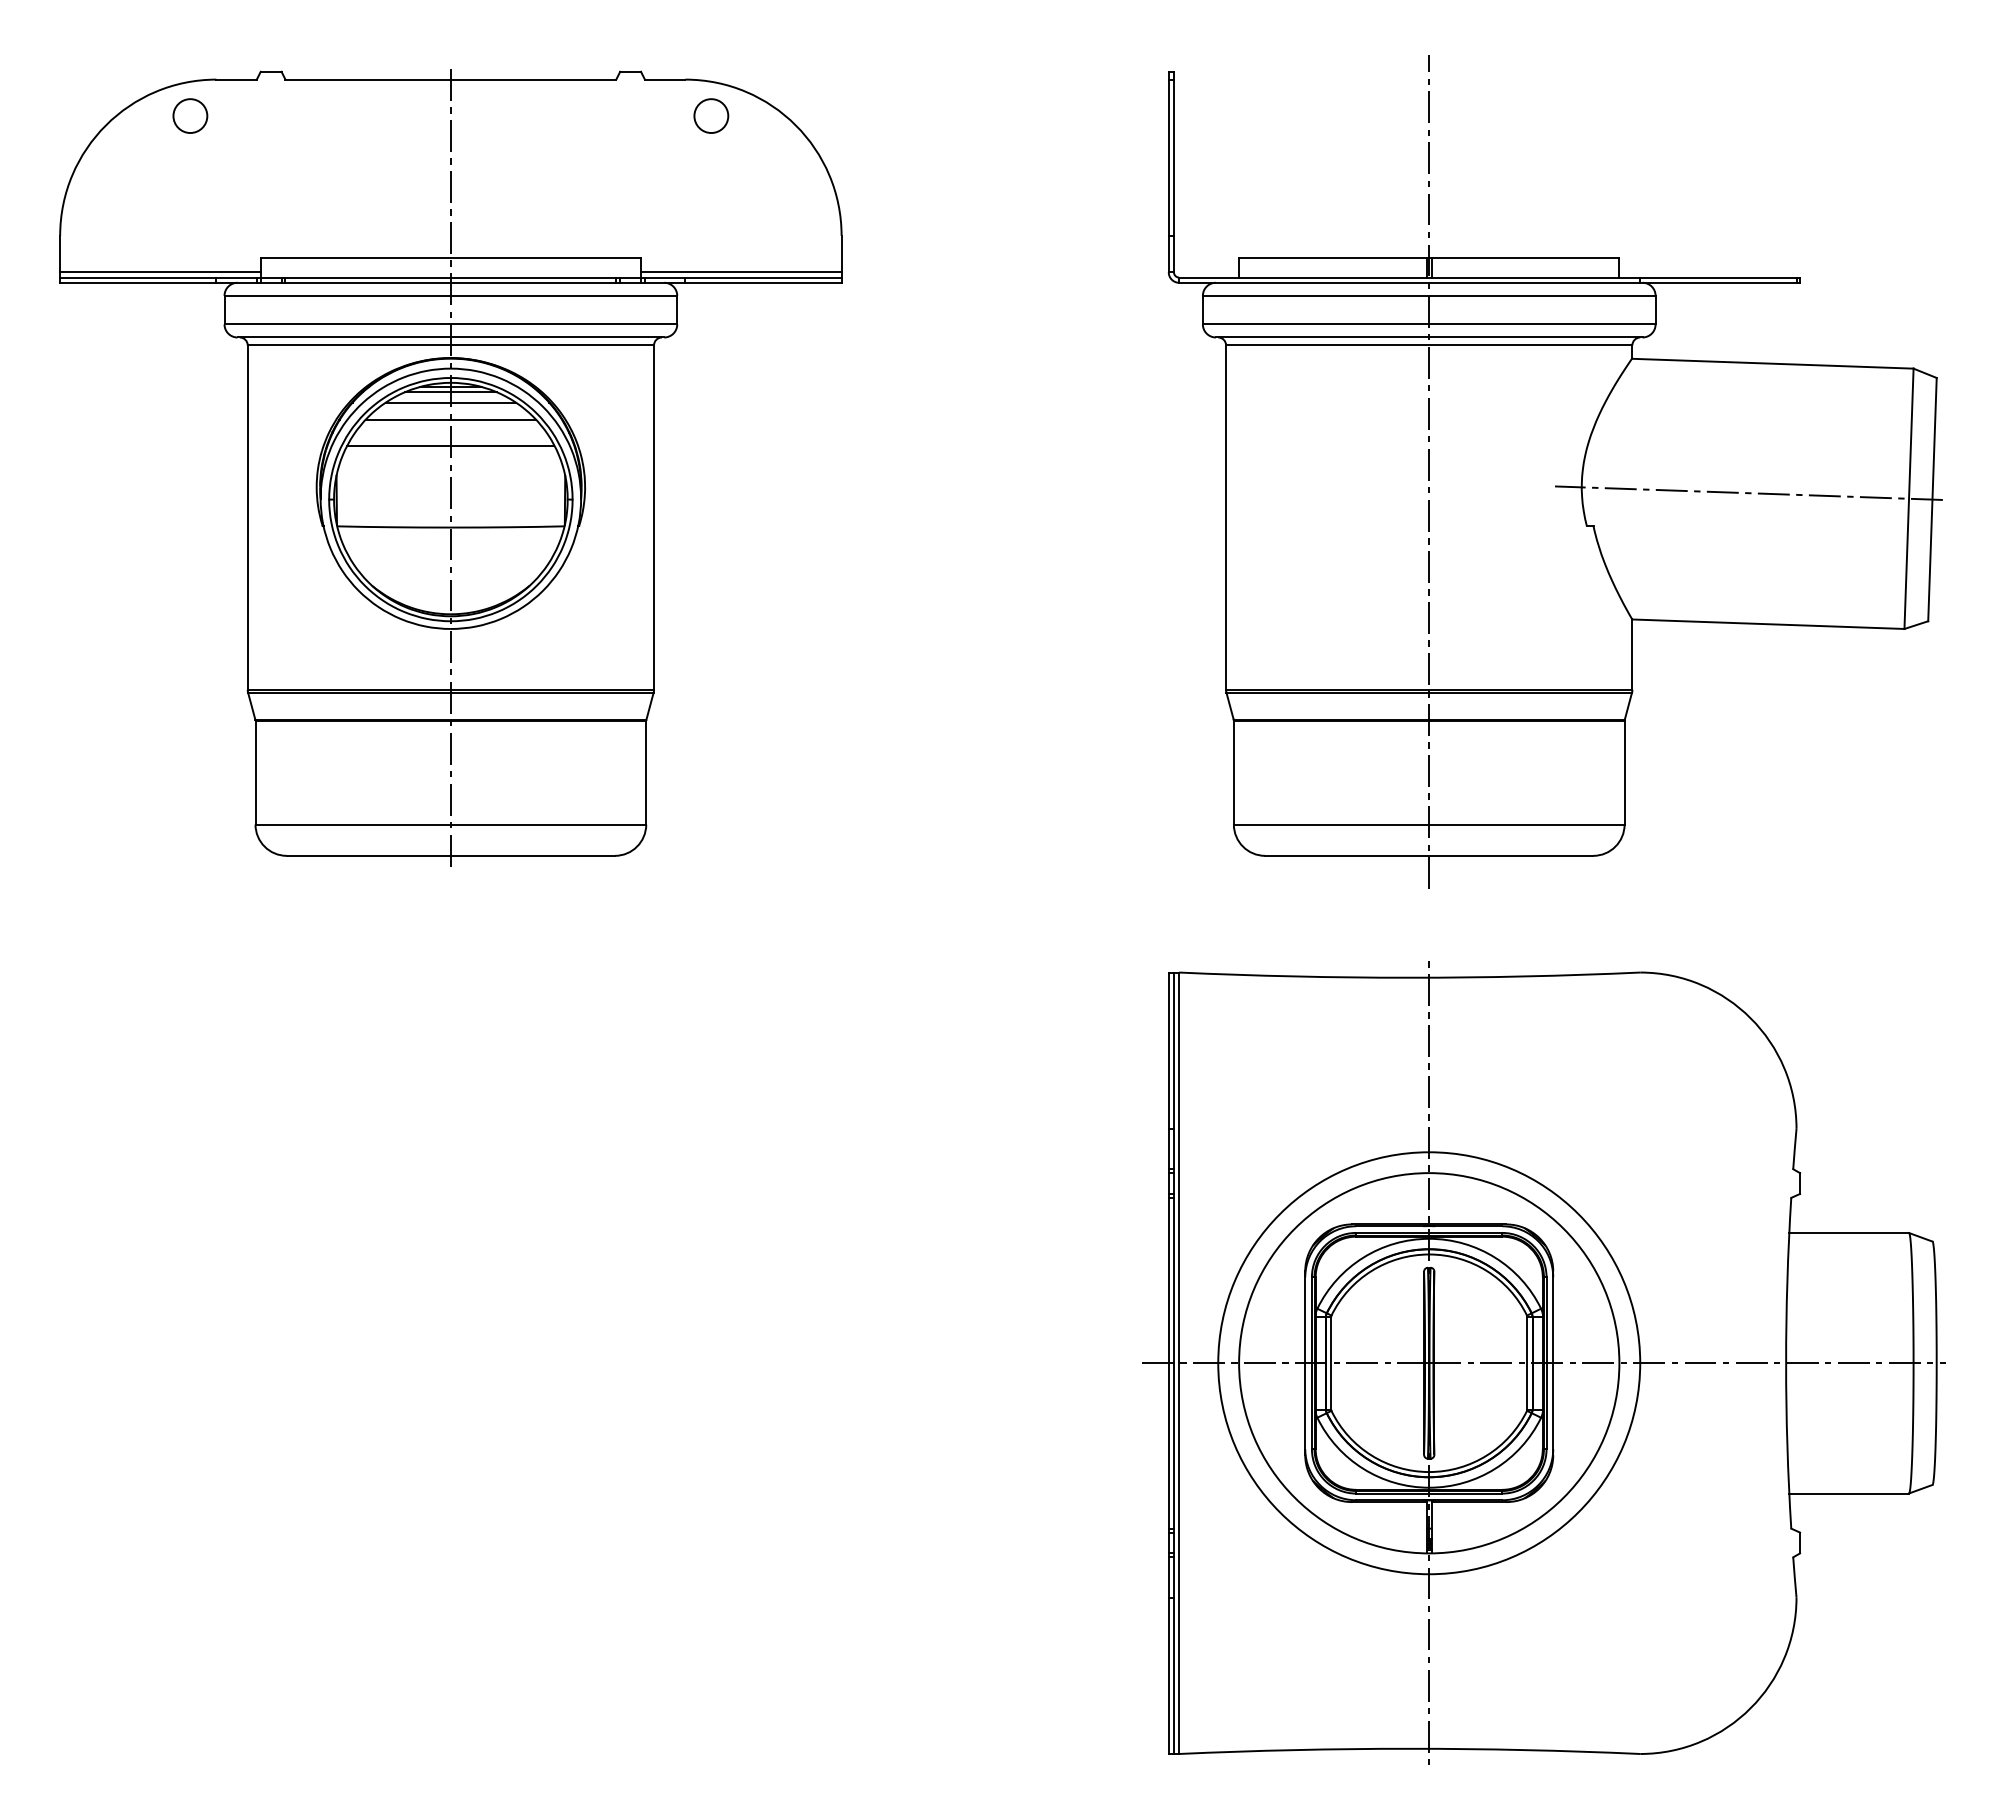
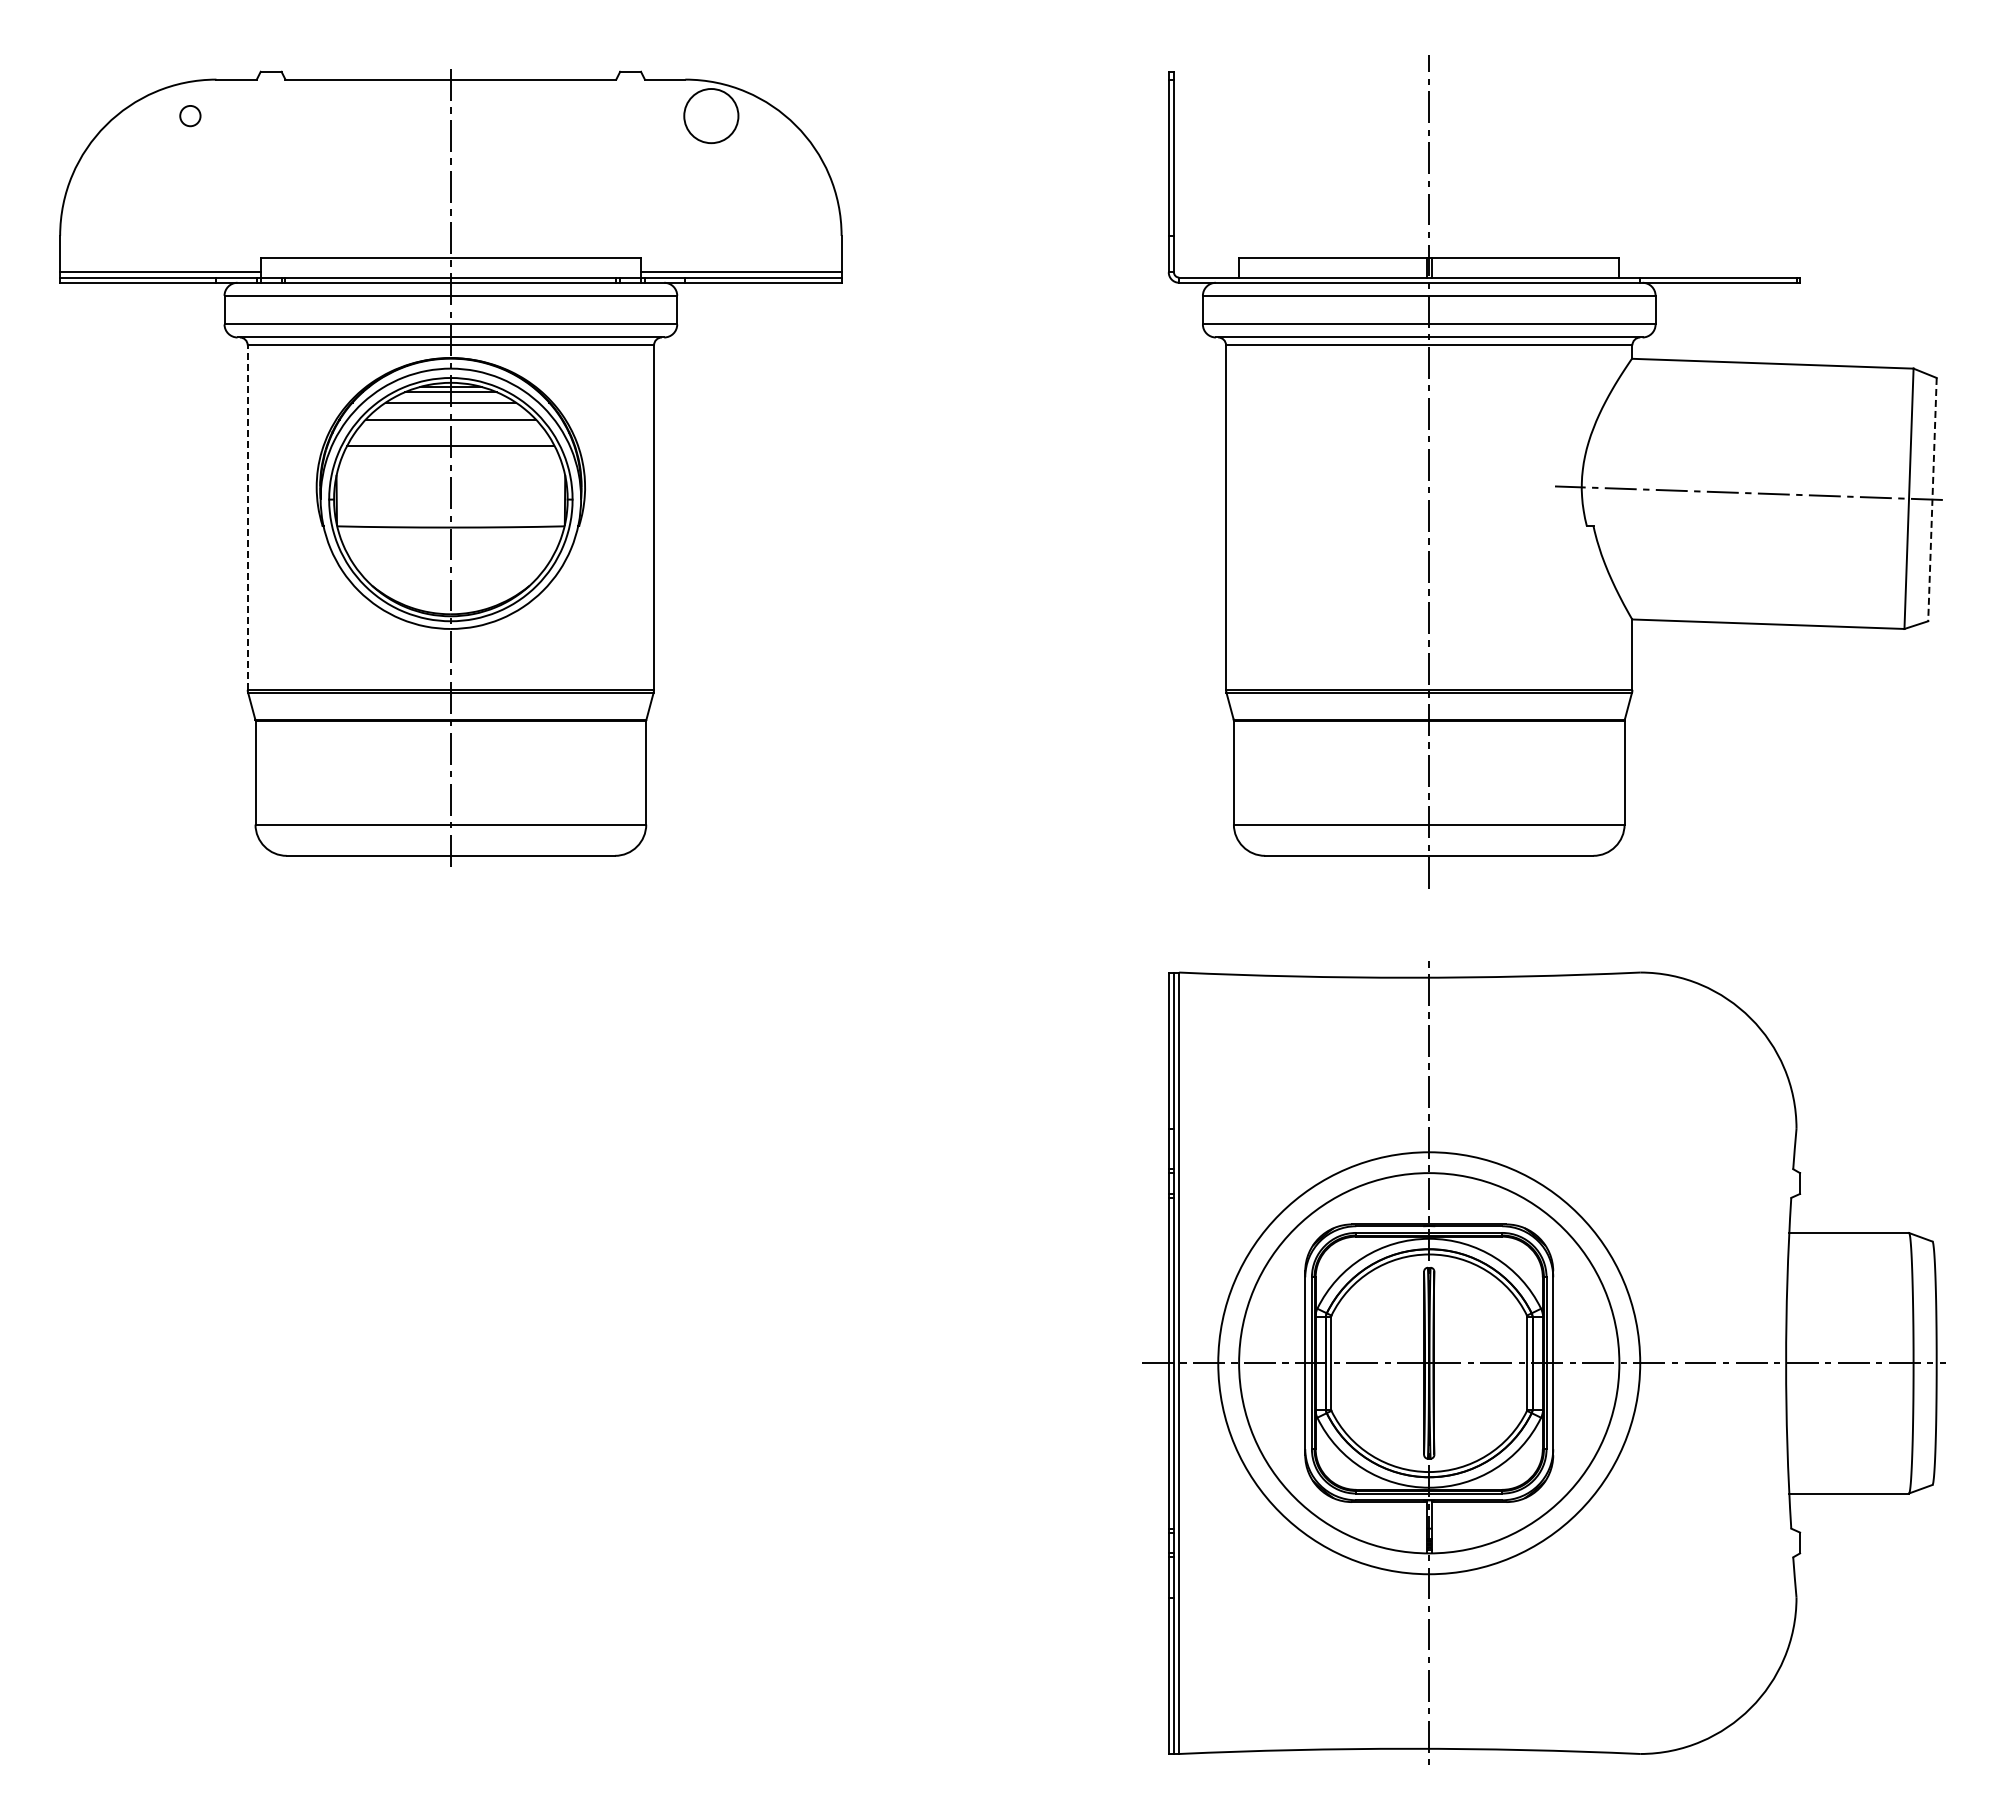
circle at (190, 116) diameter: 34 px -> 20 px
circle at (711, 116) diameter: 34 px -> 54 px
line at (1932, 499): solid -> dashed
line at (247, 517): solid -> dashed
